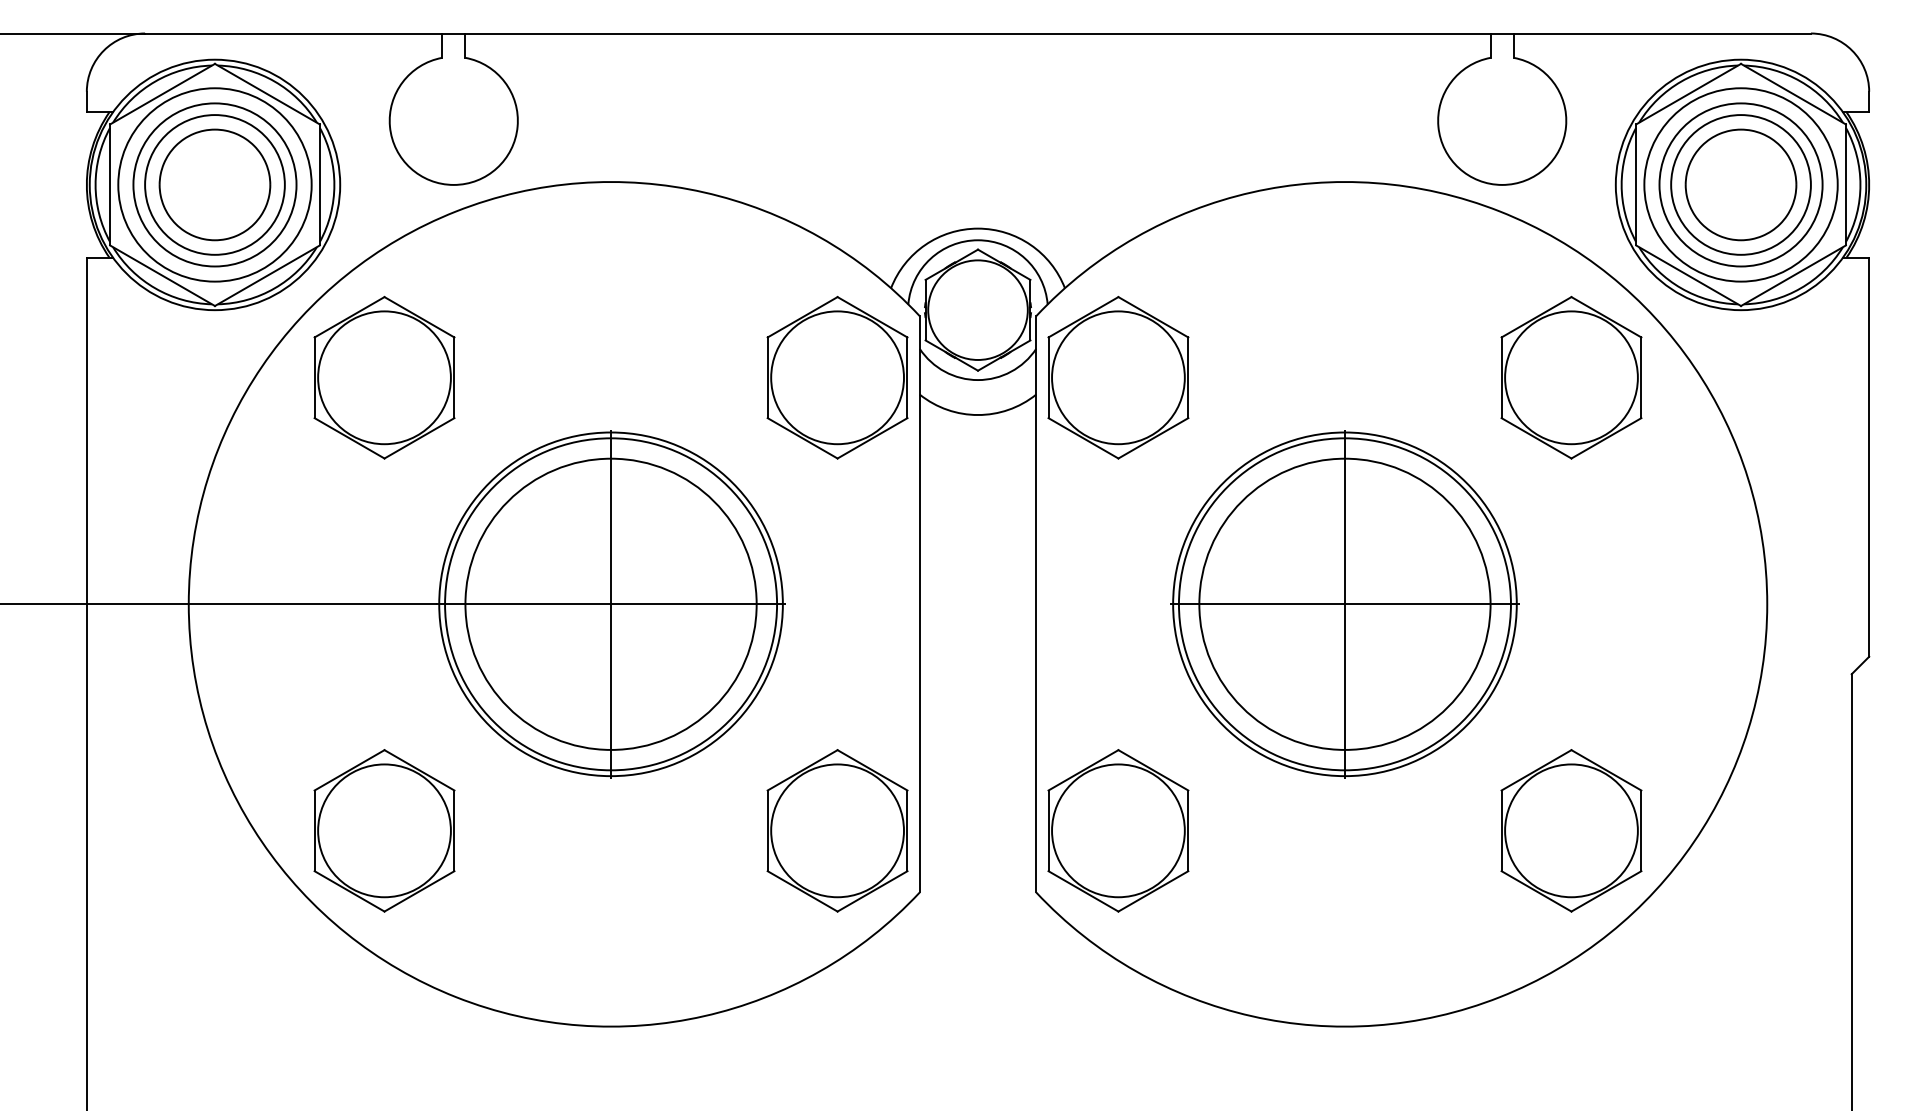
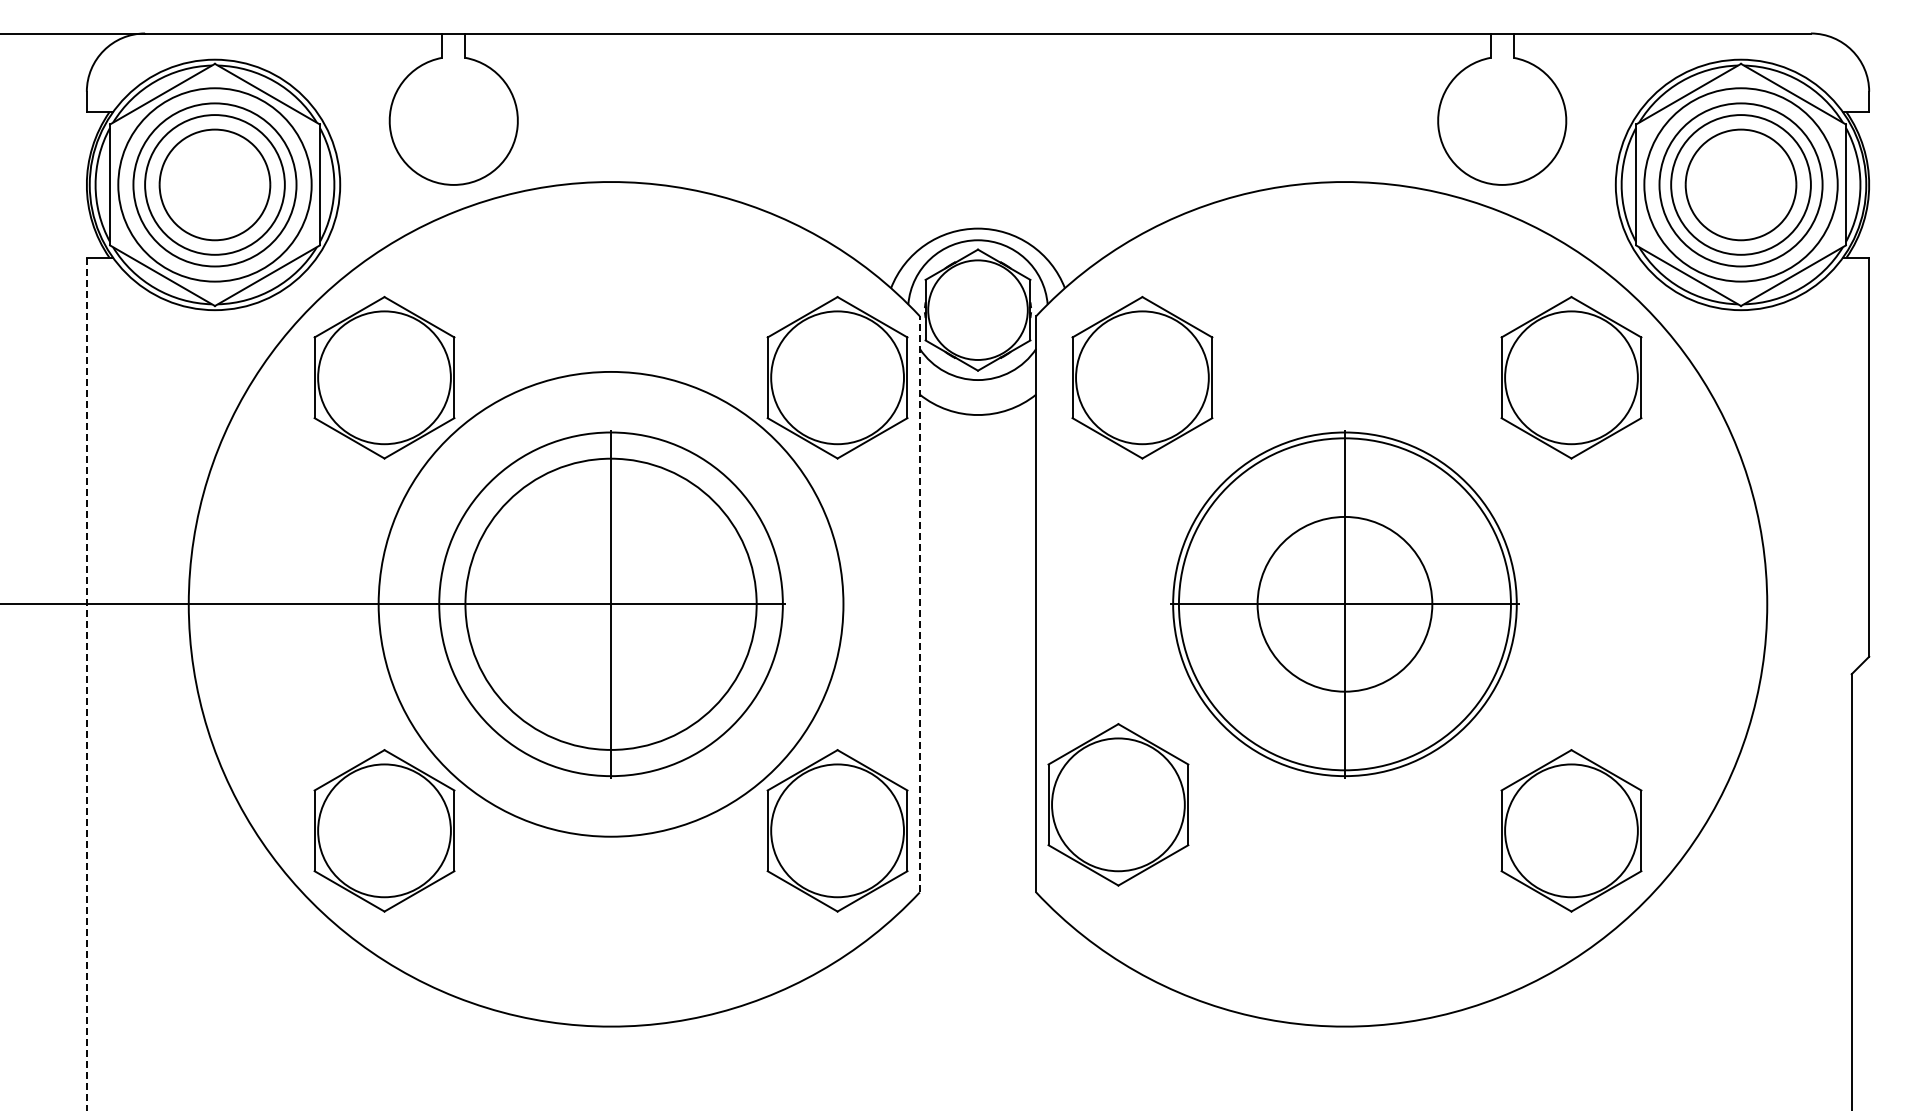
part at (1118, 377) position: (1118, 377) -> (1142, 377)
line at (919, 603): solid -> dashed
circle at (1344, 603) diameter: 291 px -> 175 px
circle at (611, 604) diameter: 332 px -> 465 px
line at (86, 684): solid -> dashed
part at (1118, 830) position: (1118, 830) -> (1118, 804)
